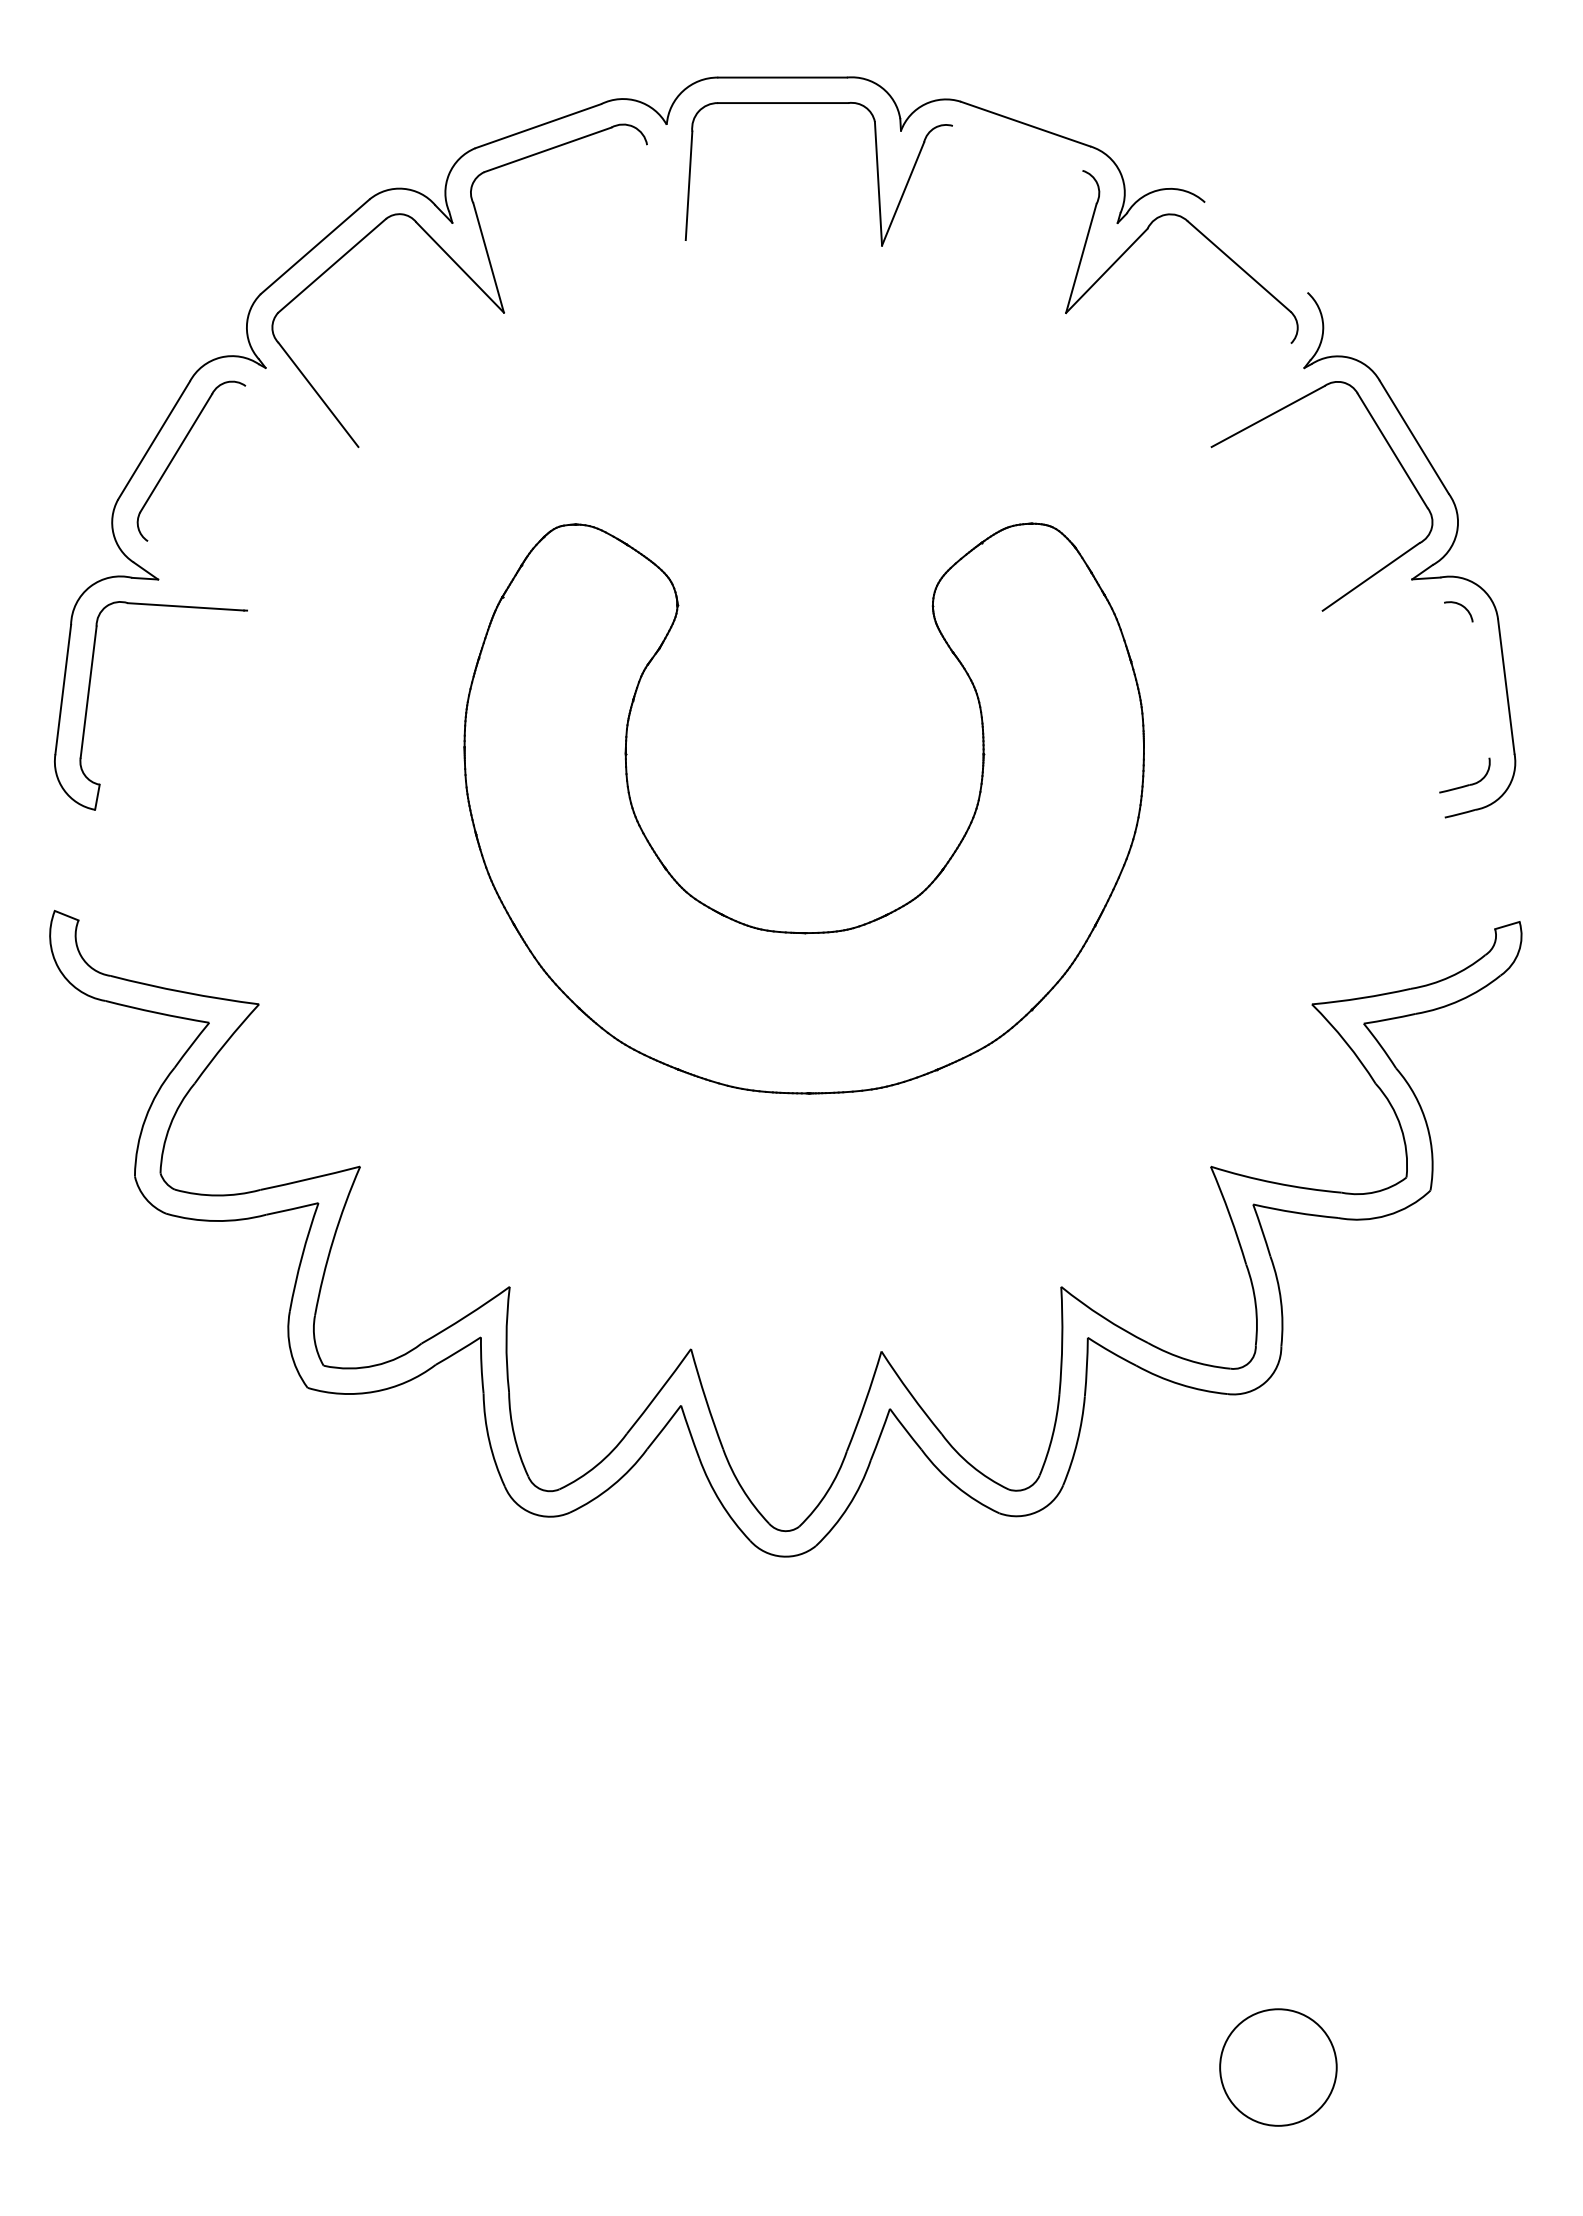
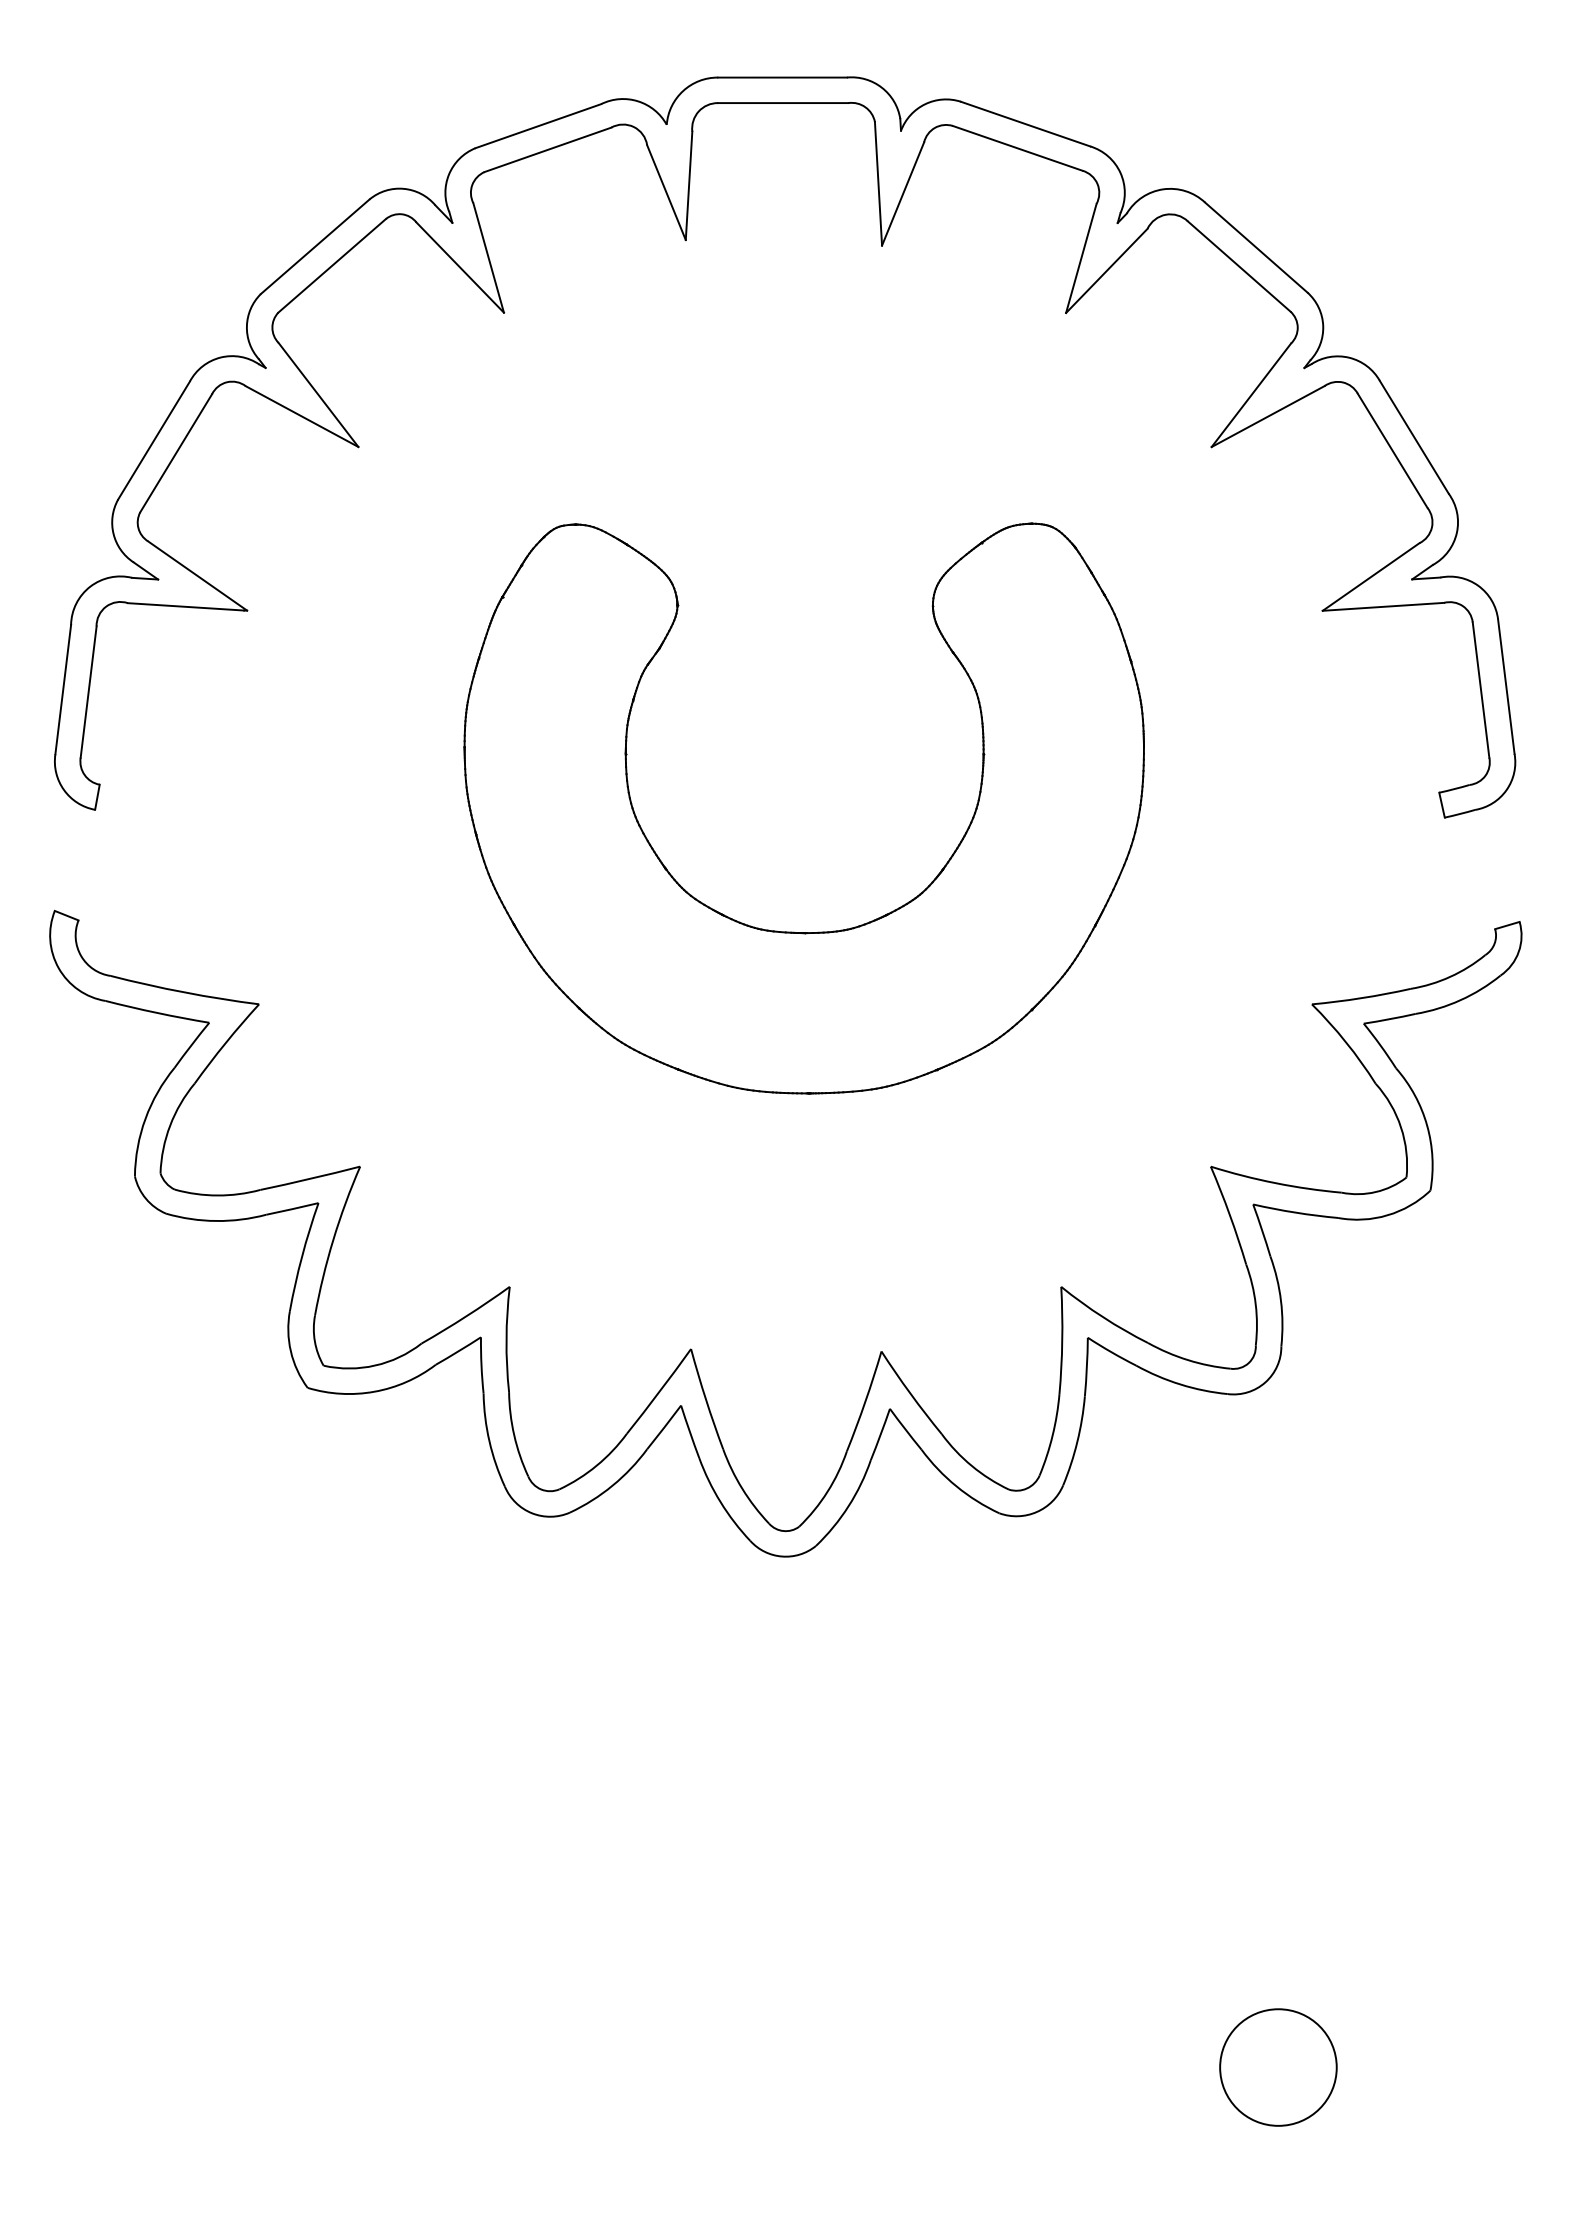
line at (1017, 148): none -> present
line at (666, 192): none -> present
line at (1256, 247): none -> present
line at (1250, 395): none -> present
line at (301, 416): none -> present
line at (197, 575): none -> present
line at (1383, 606): none -> present
line at (1480, 689): none -> present
line at (1441, 804): none -> present
